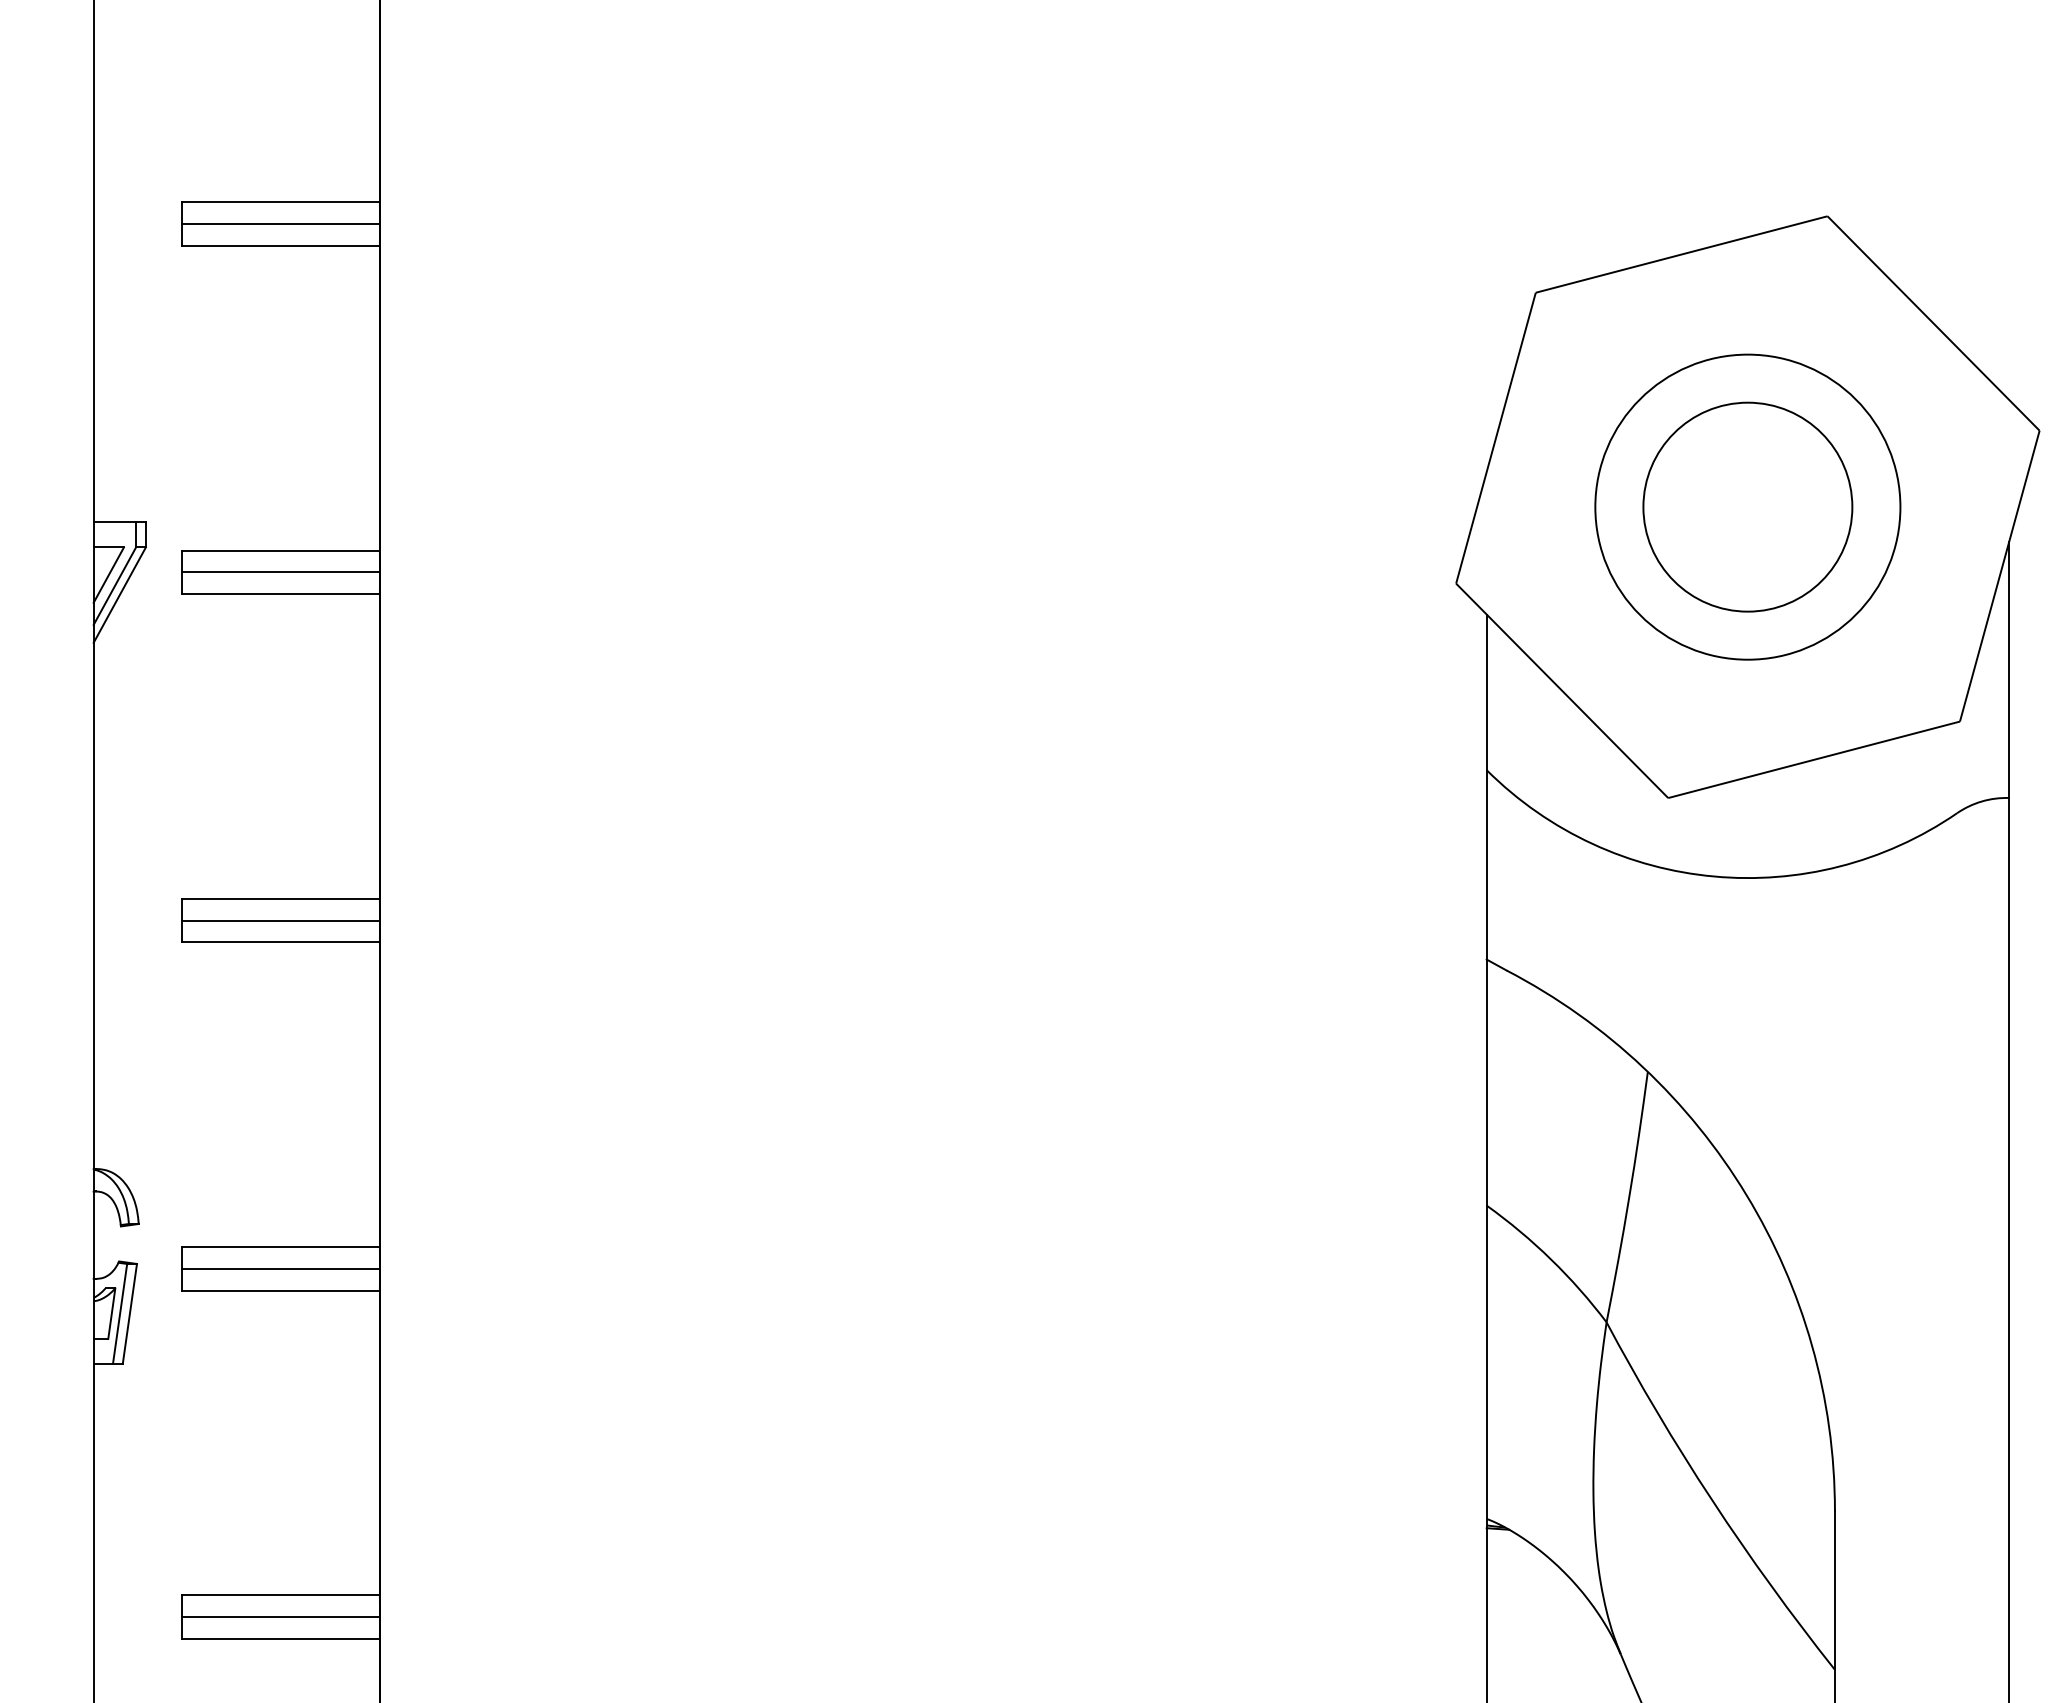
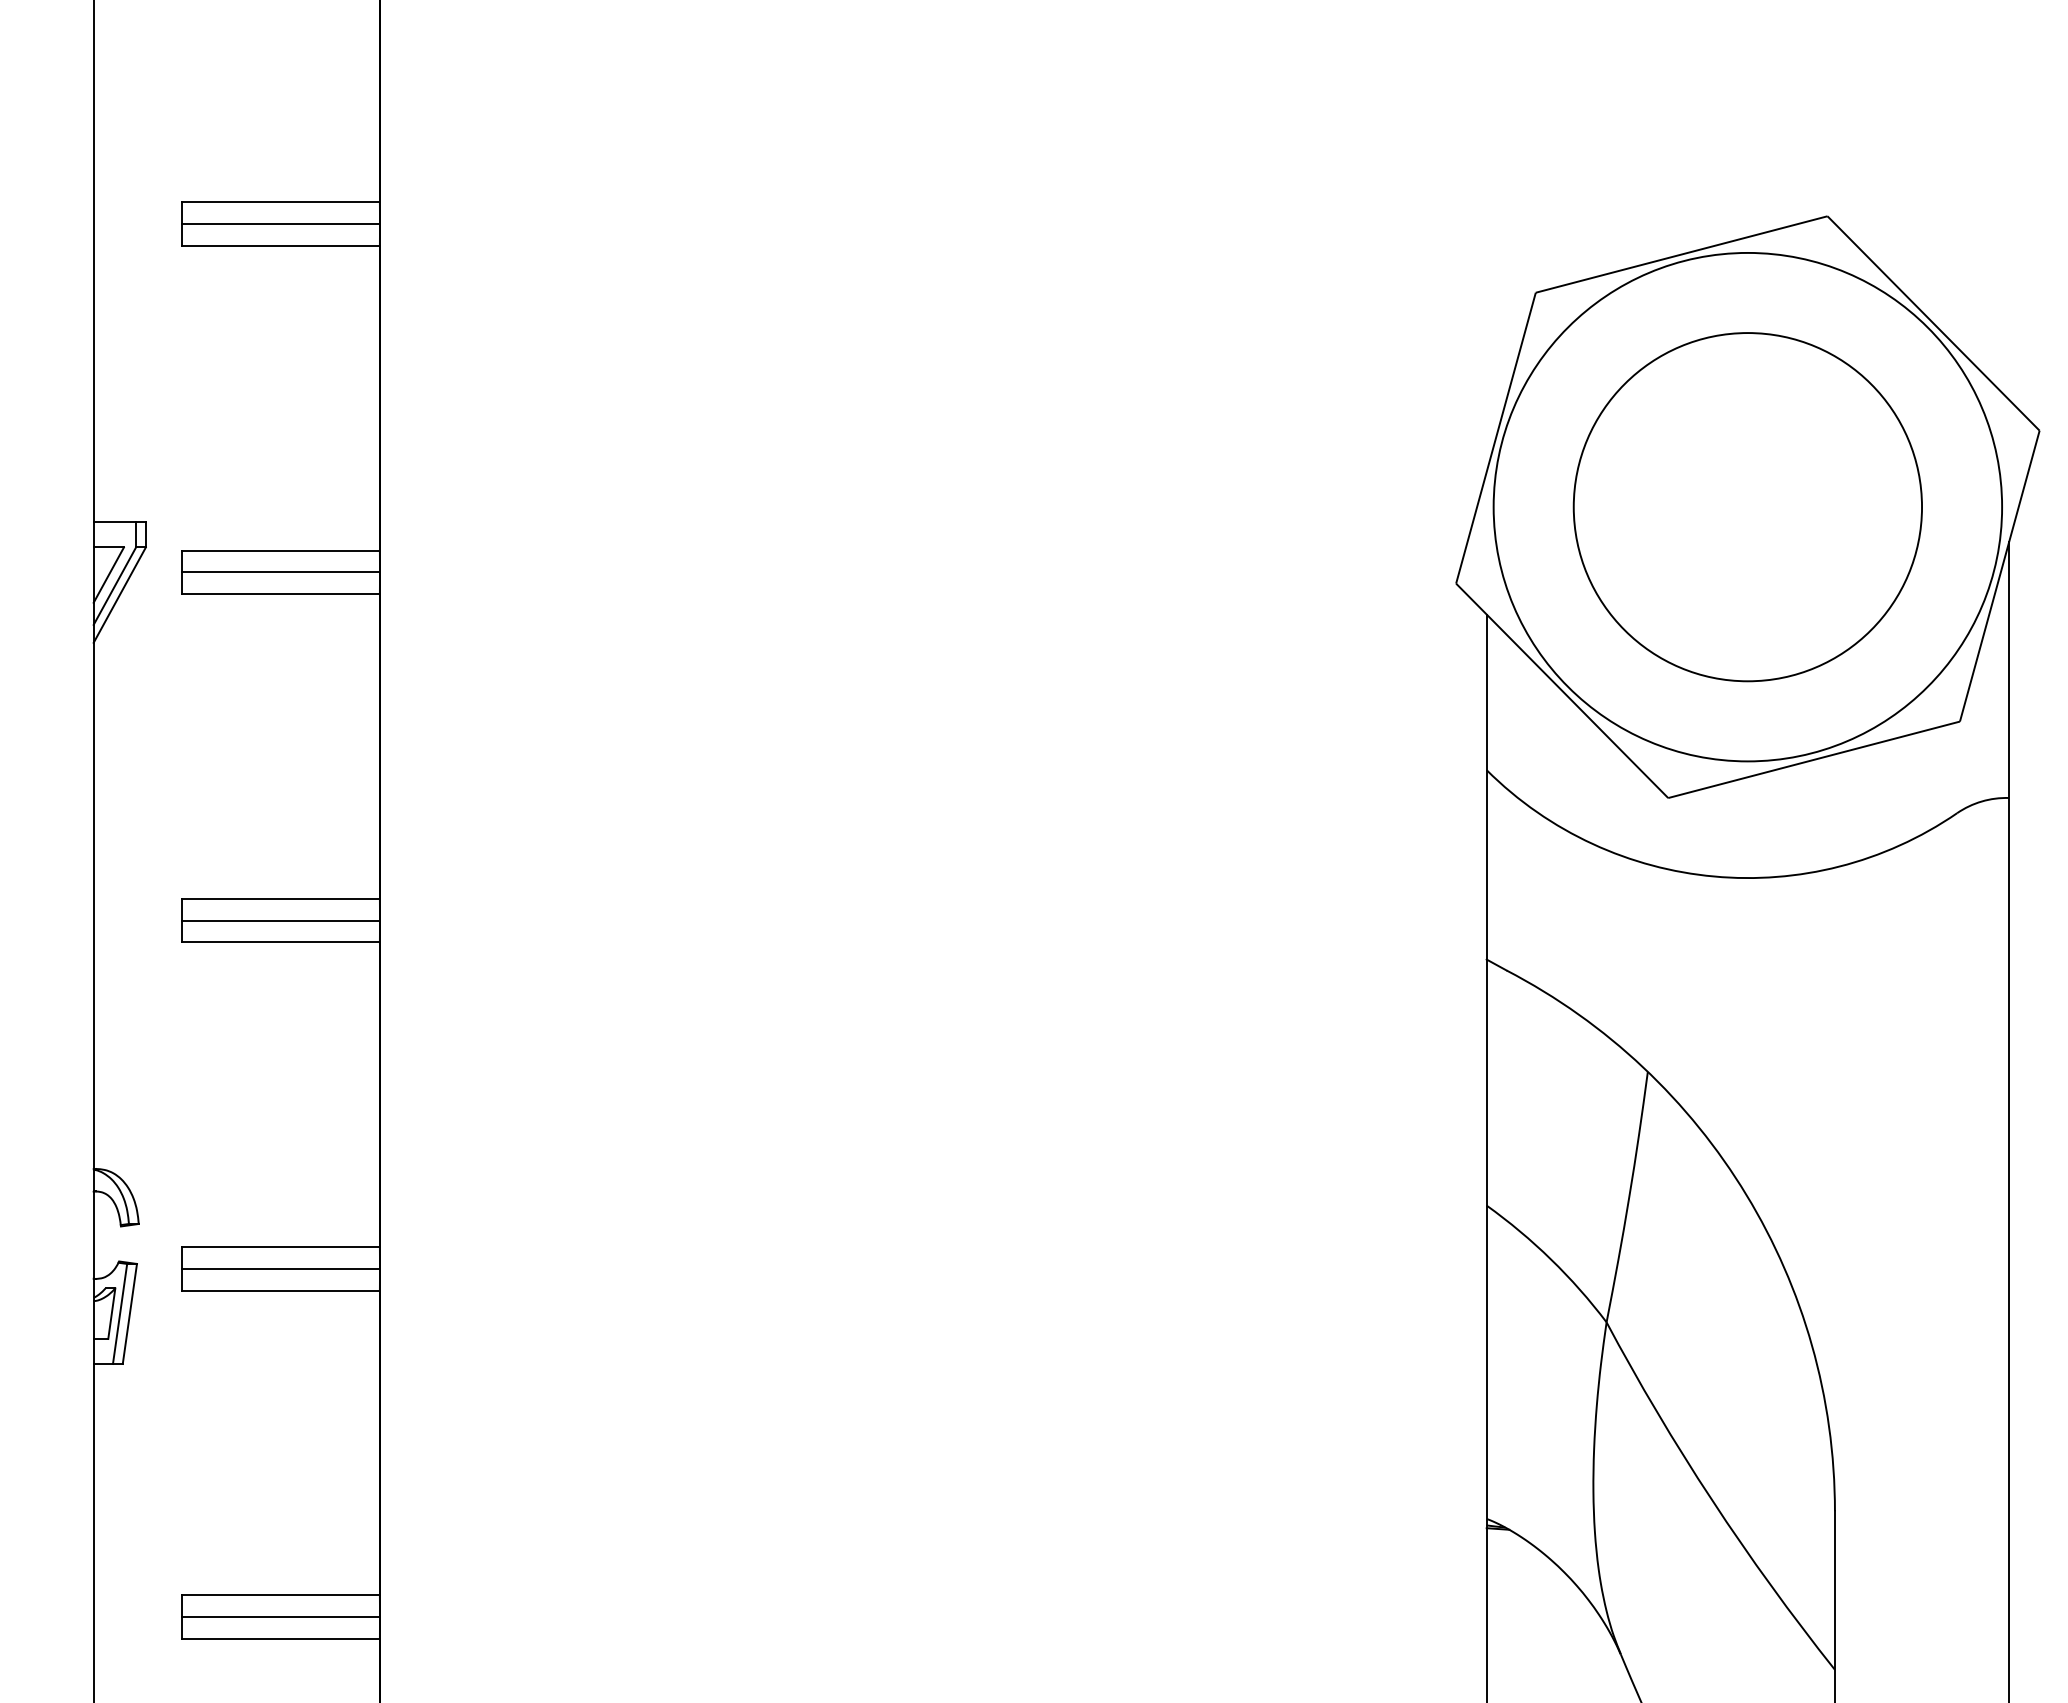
circle at (1747, 506) diameter: 209 px -> 348 px
circle at (1747, 506) diameter: 305 px -> 508 px
